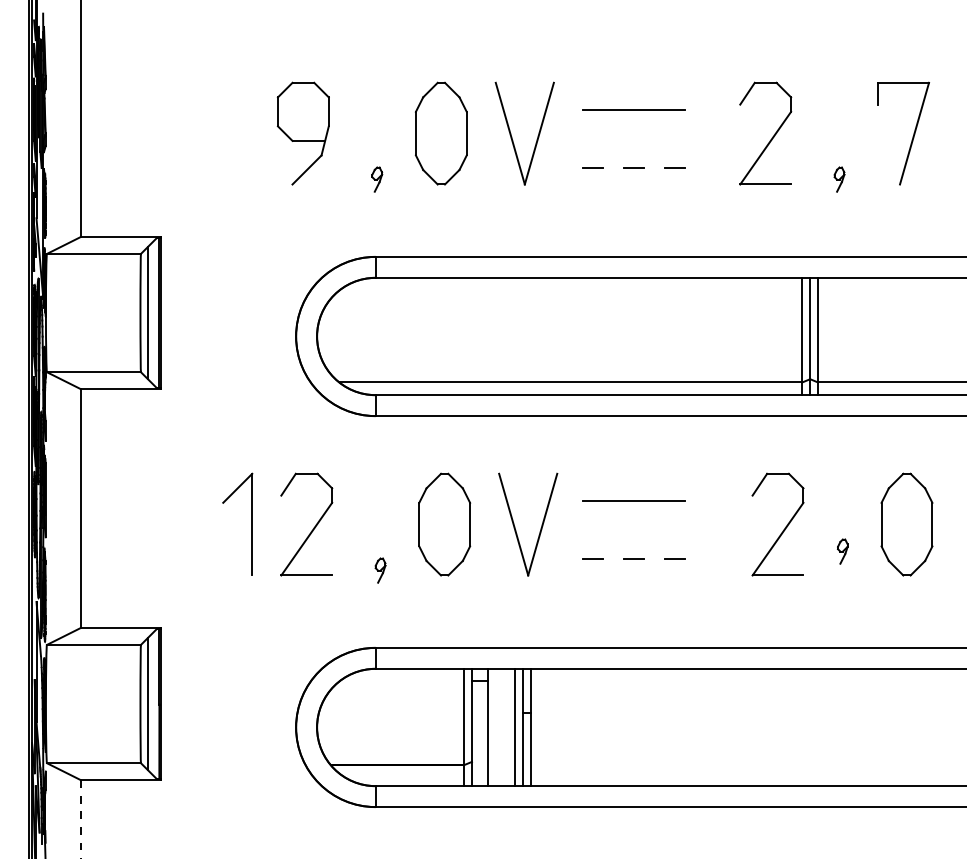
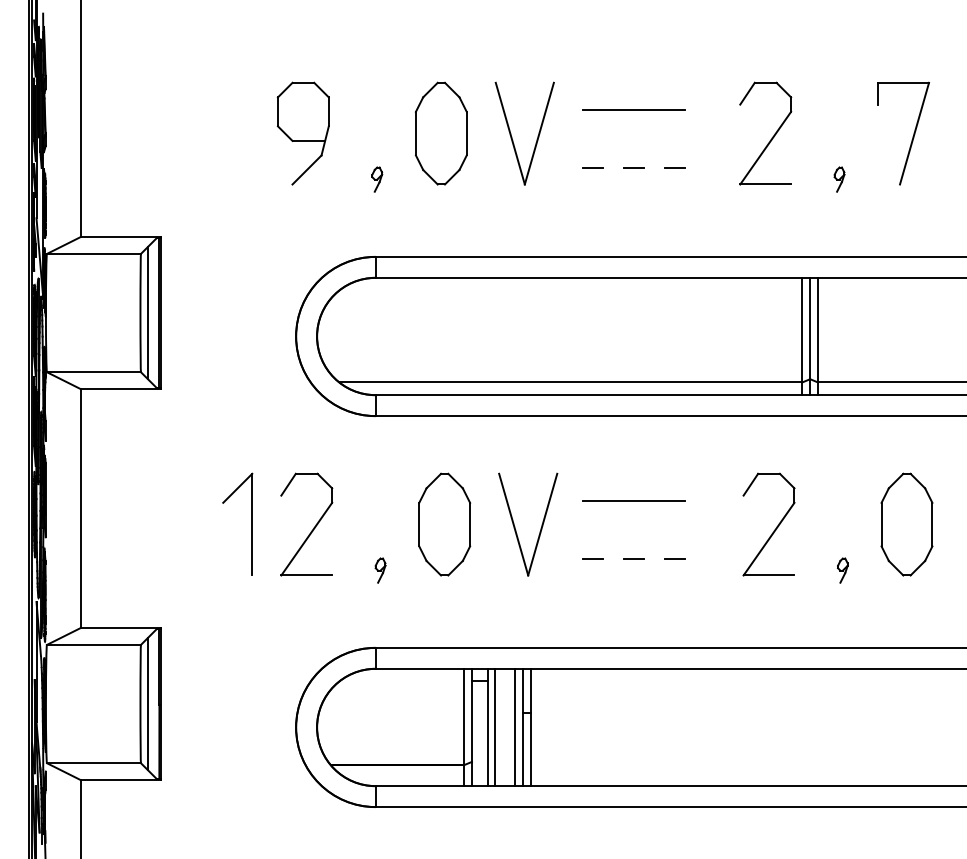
part at (783, 529) position: (783, 529) -> (774, 529)
part at (842, 551) position: (842, 551) -> (842, 570)
line at (495, 727): none -> present
line at (80, 819): dashed -> solid
